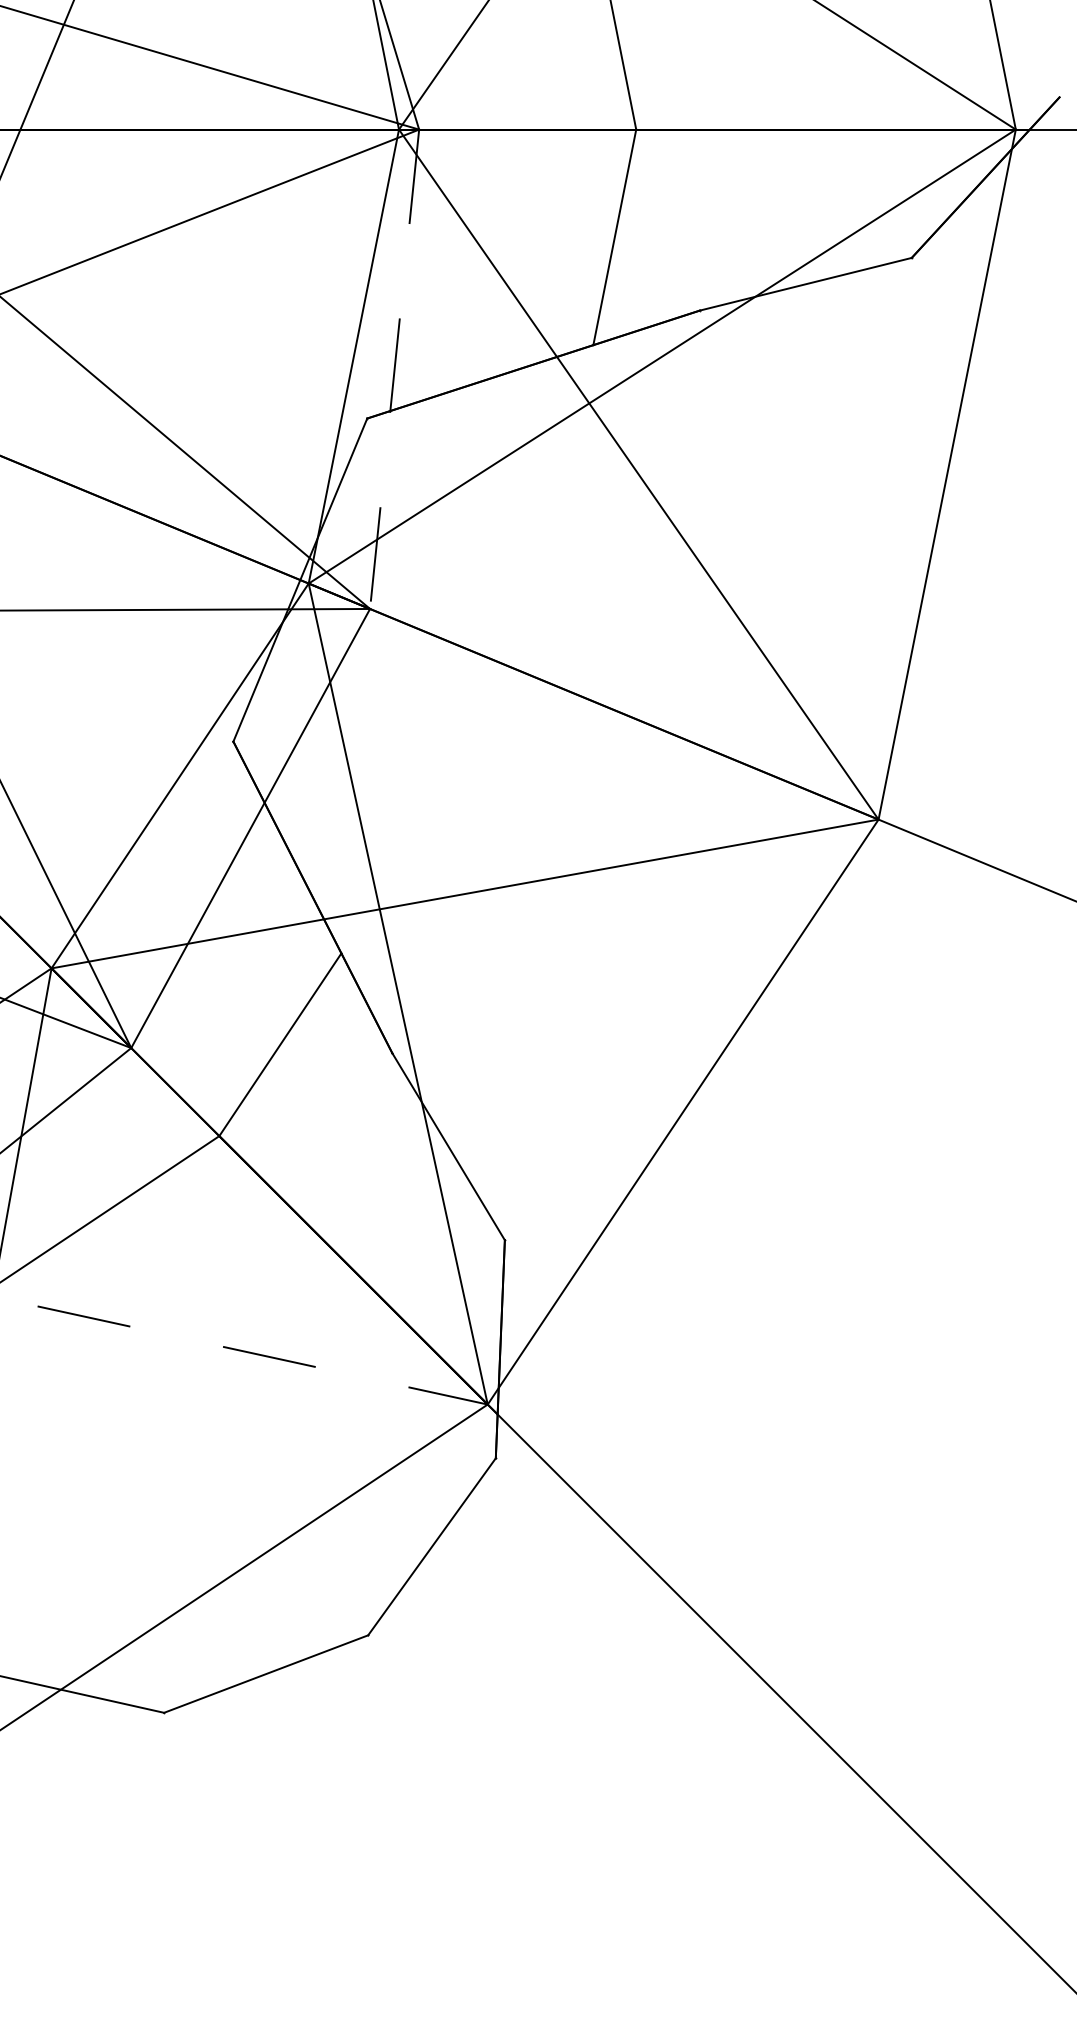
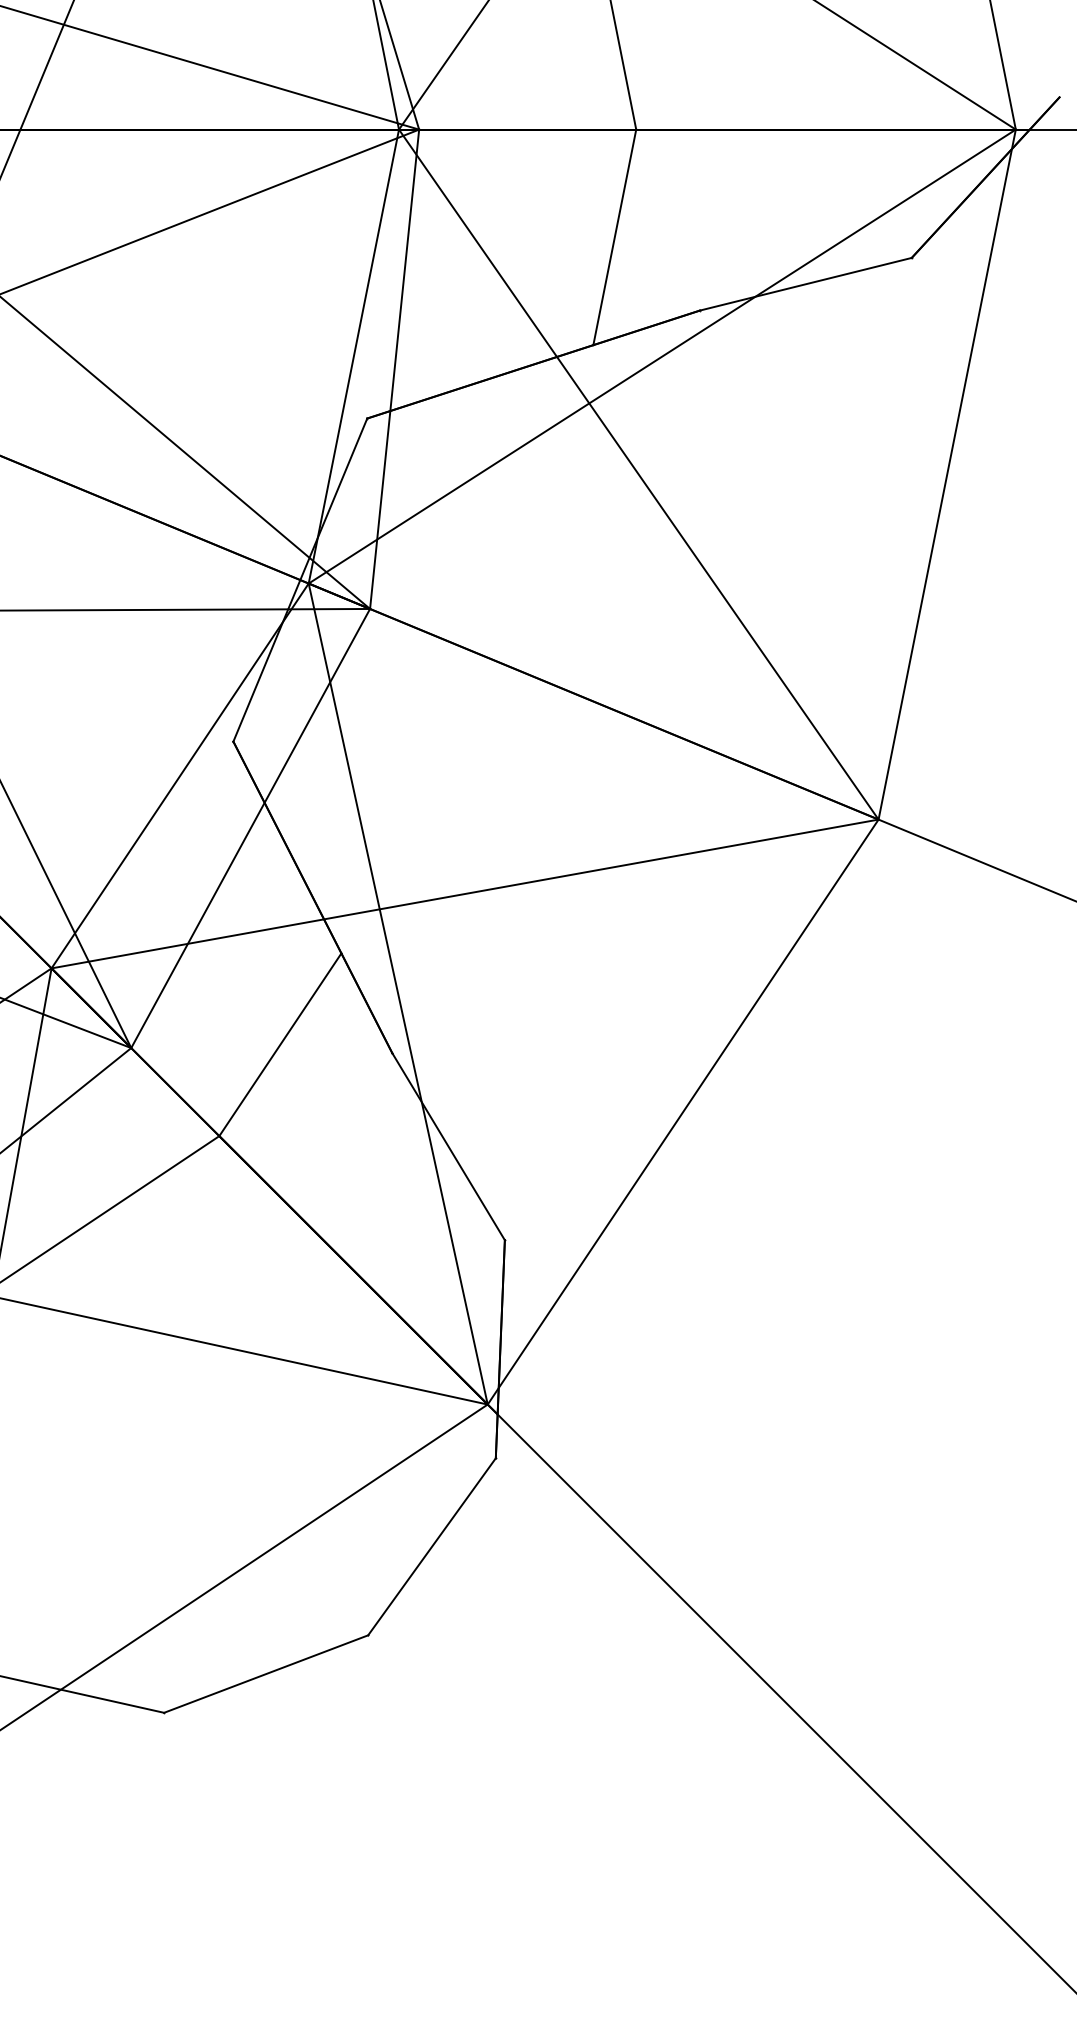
line at (394, 369): dashed -> solid
line at (244, 1351): dashed -> solid
